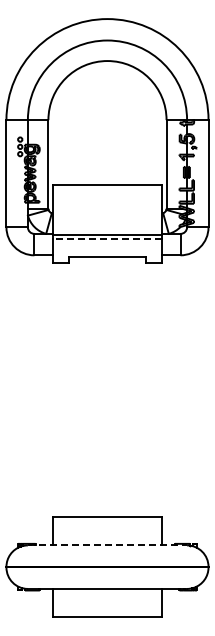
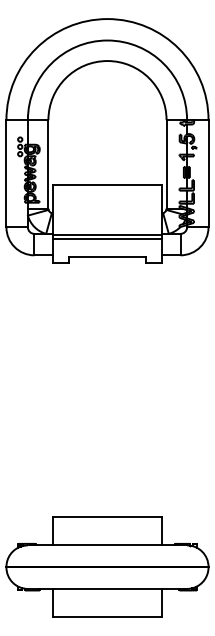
line at (106, 239): dashed -> solid
line at (107, 545): dashed -> solid
